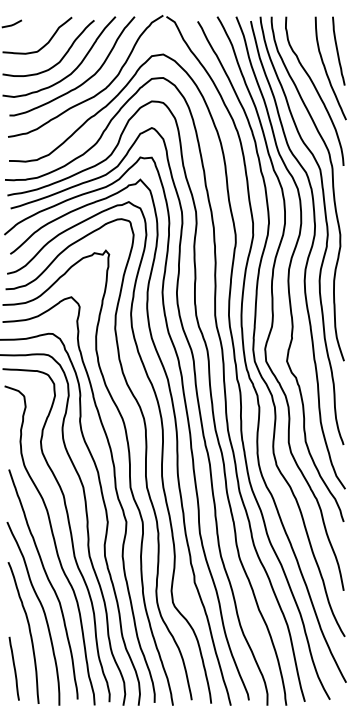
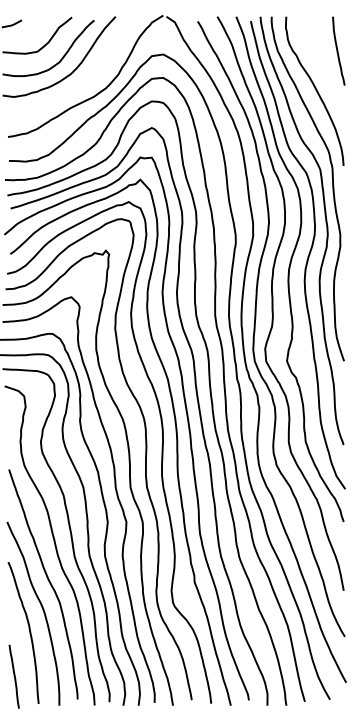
curve at (326, 69): present -> none
curve at (82, 82): present -> none
line at (13, 668) position: (13, 668) -> (13, 676)
